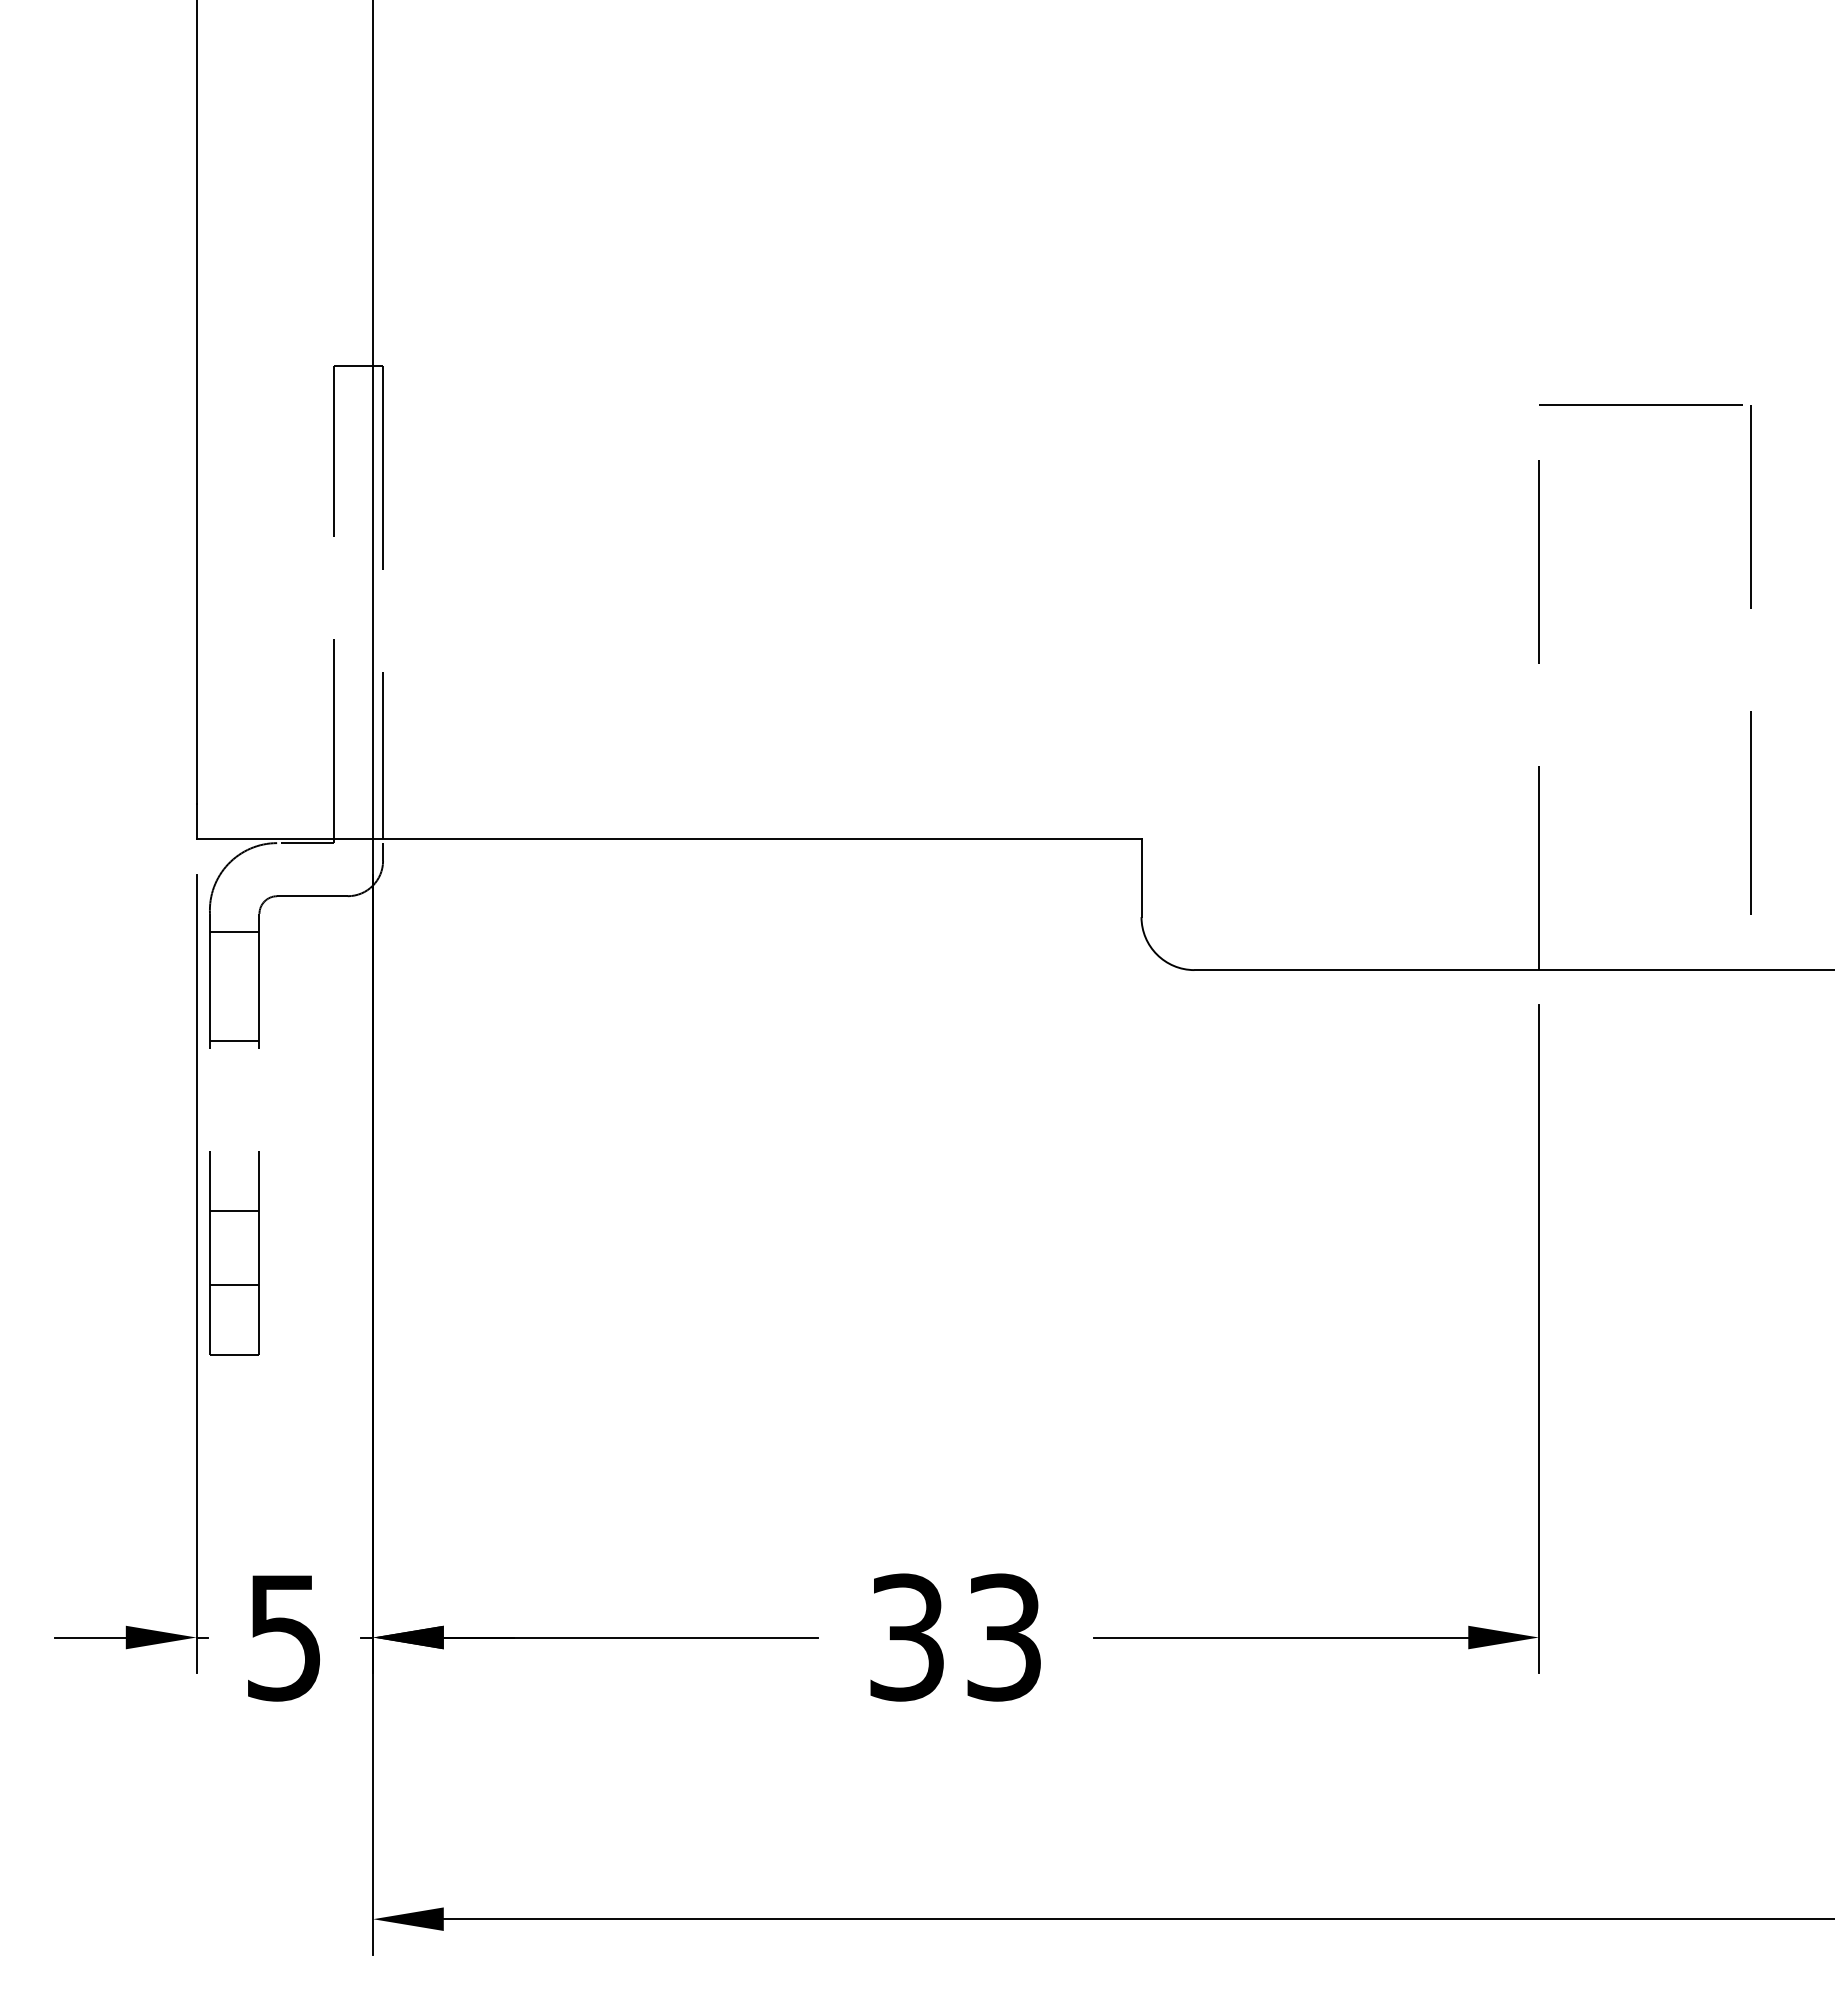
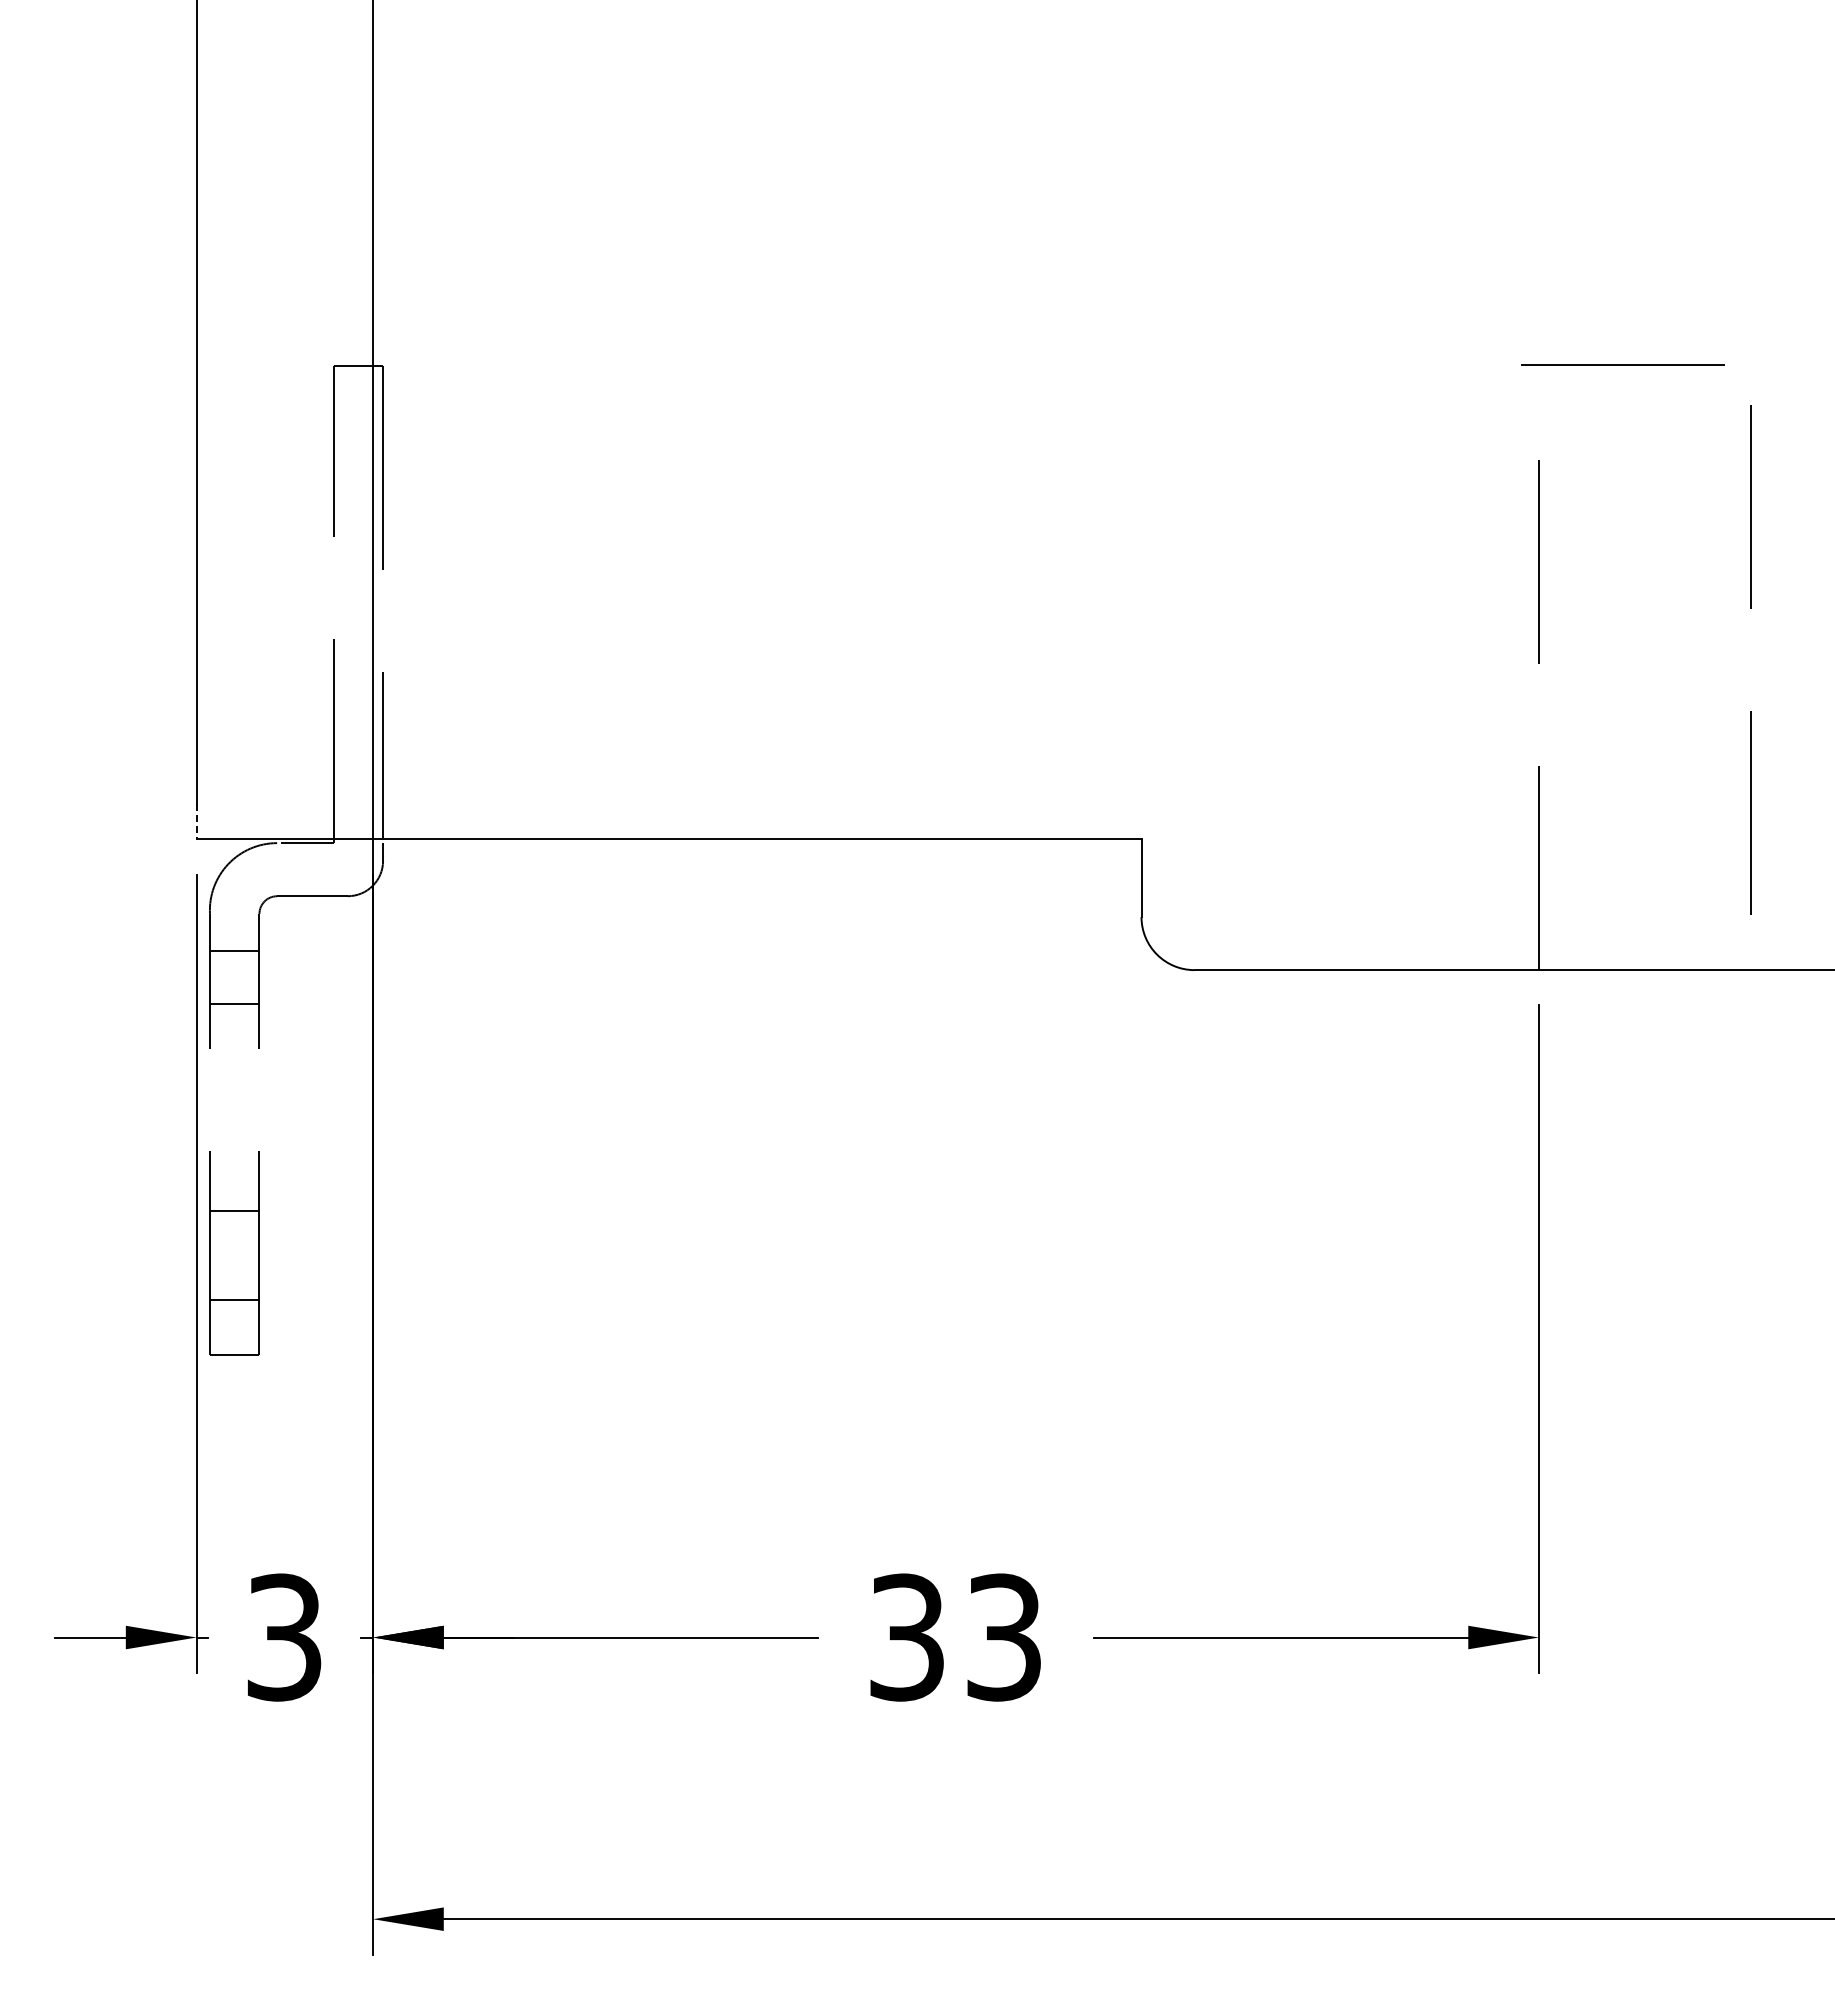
line at (1640, 404) position: (1640, 404) -> (1622, 364)
line at (196, 821): solid -> dashed
line at (234, 931) position: (234, 931) -> (234, 950)
line at (234, 1041) position: (234, 1041) -> (234, 1004)
line at (234, 1284) position: (234, 1284) -> (234, 1299)
text at (284, 1637): 5 -> 3
